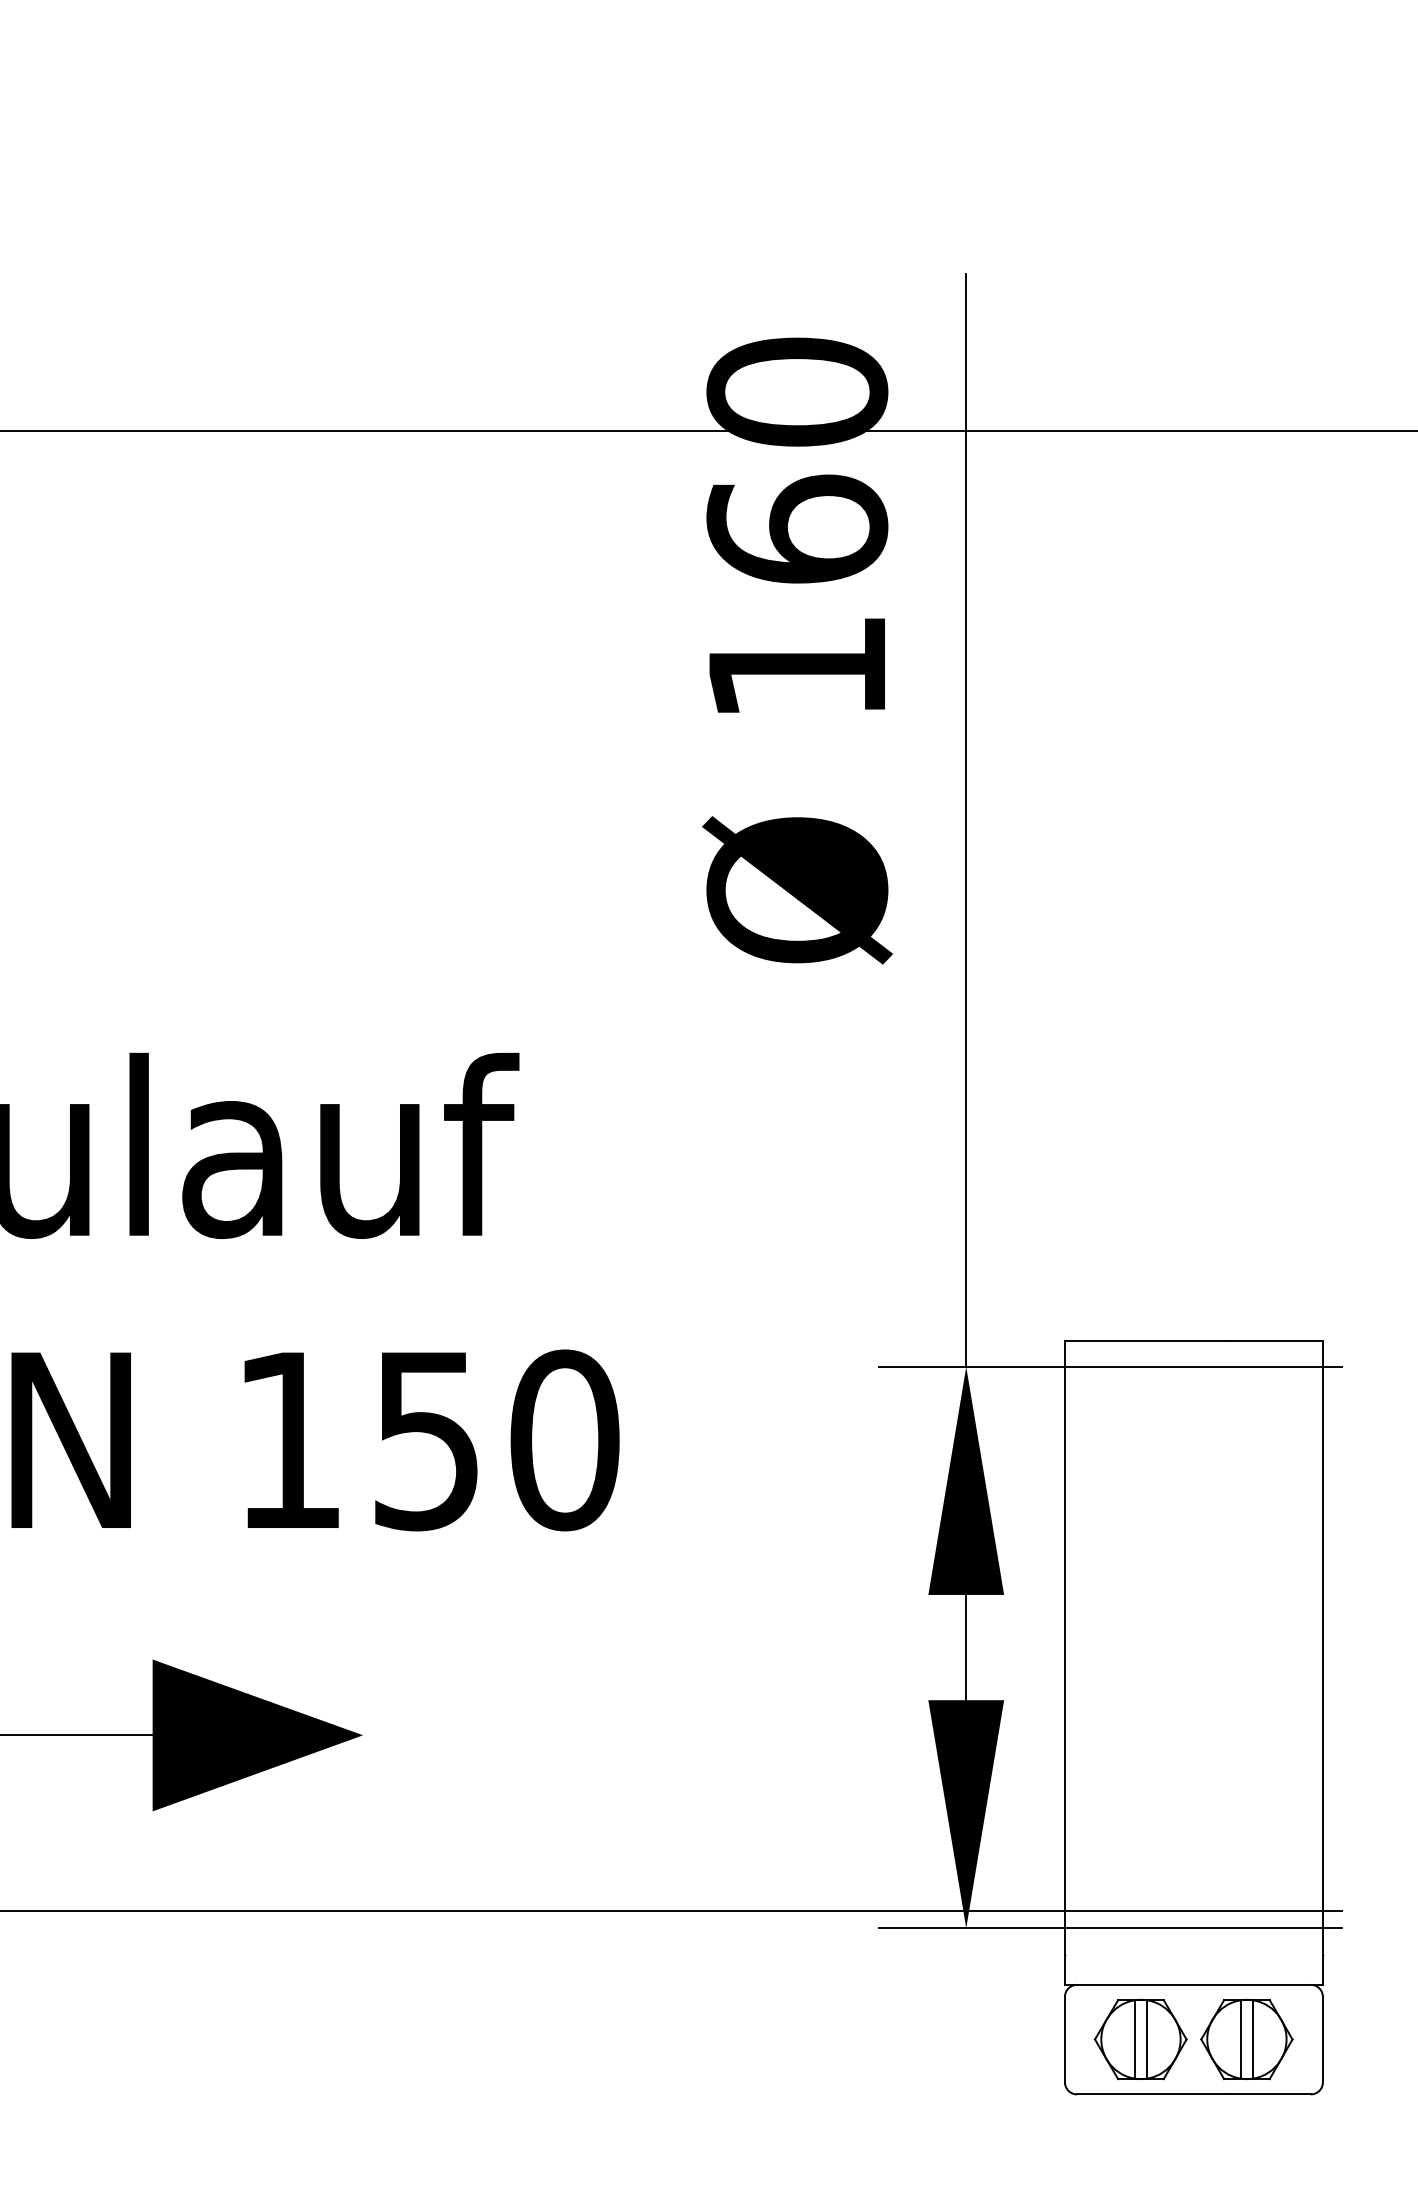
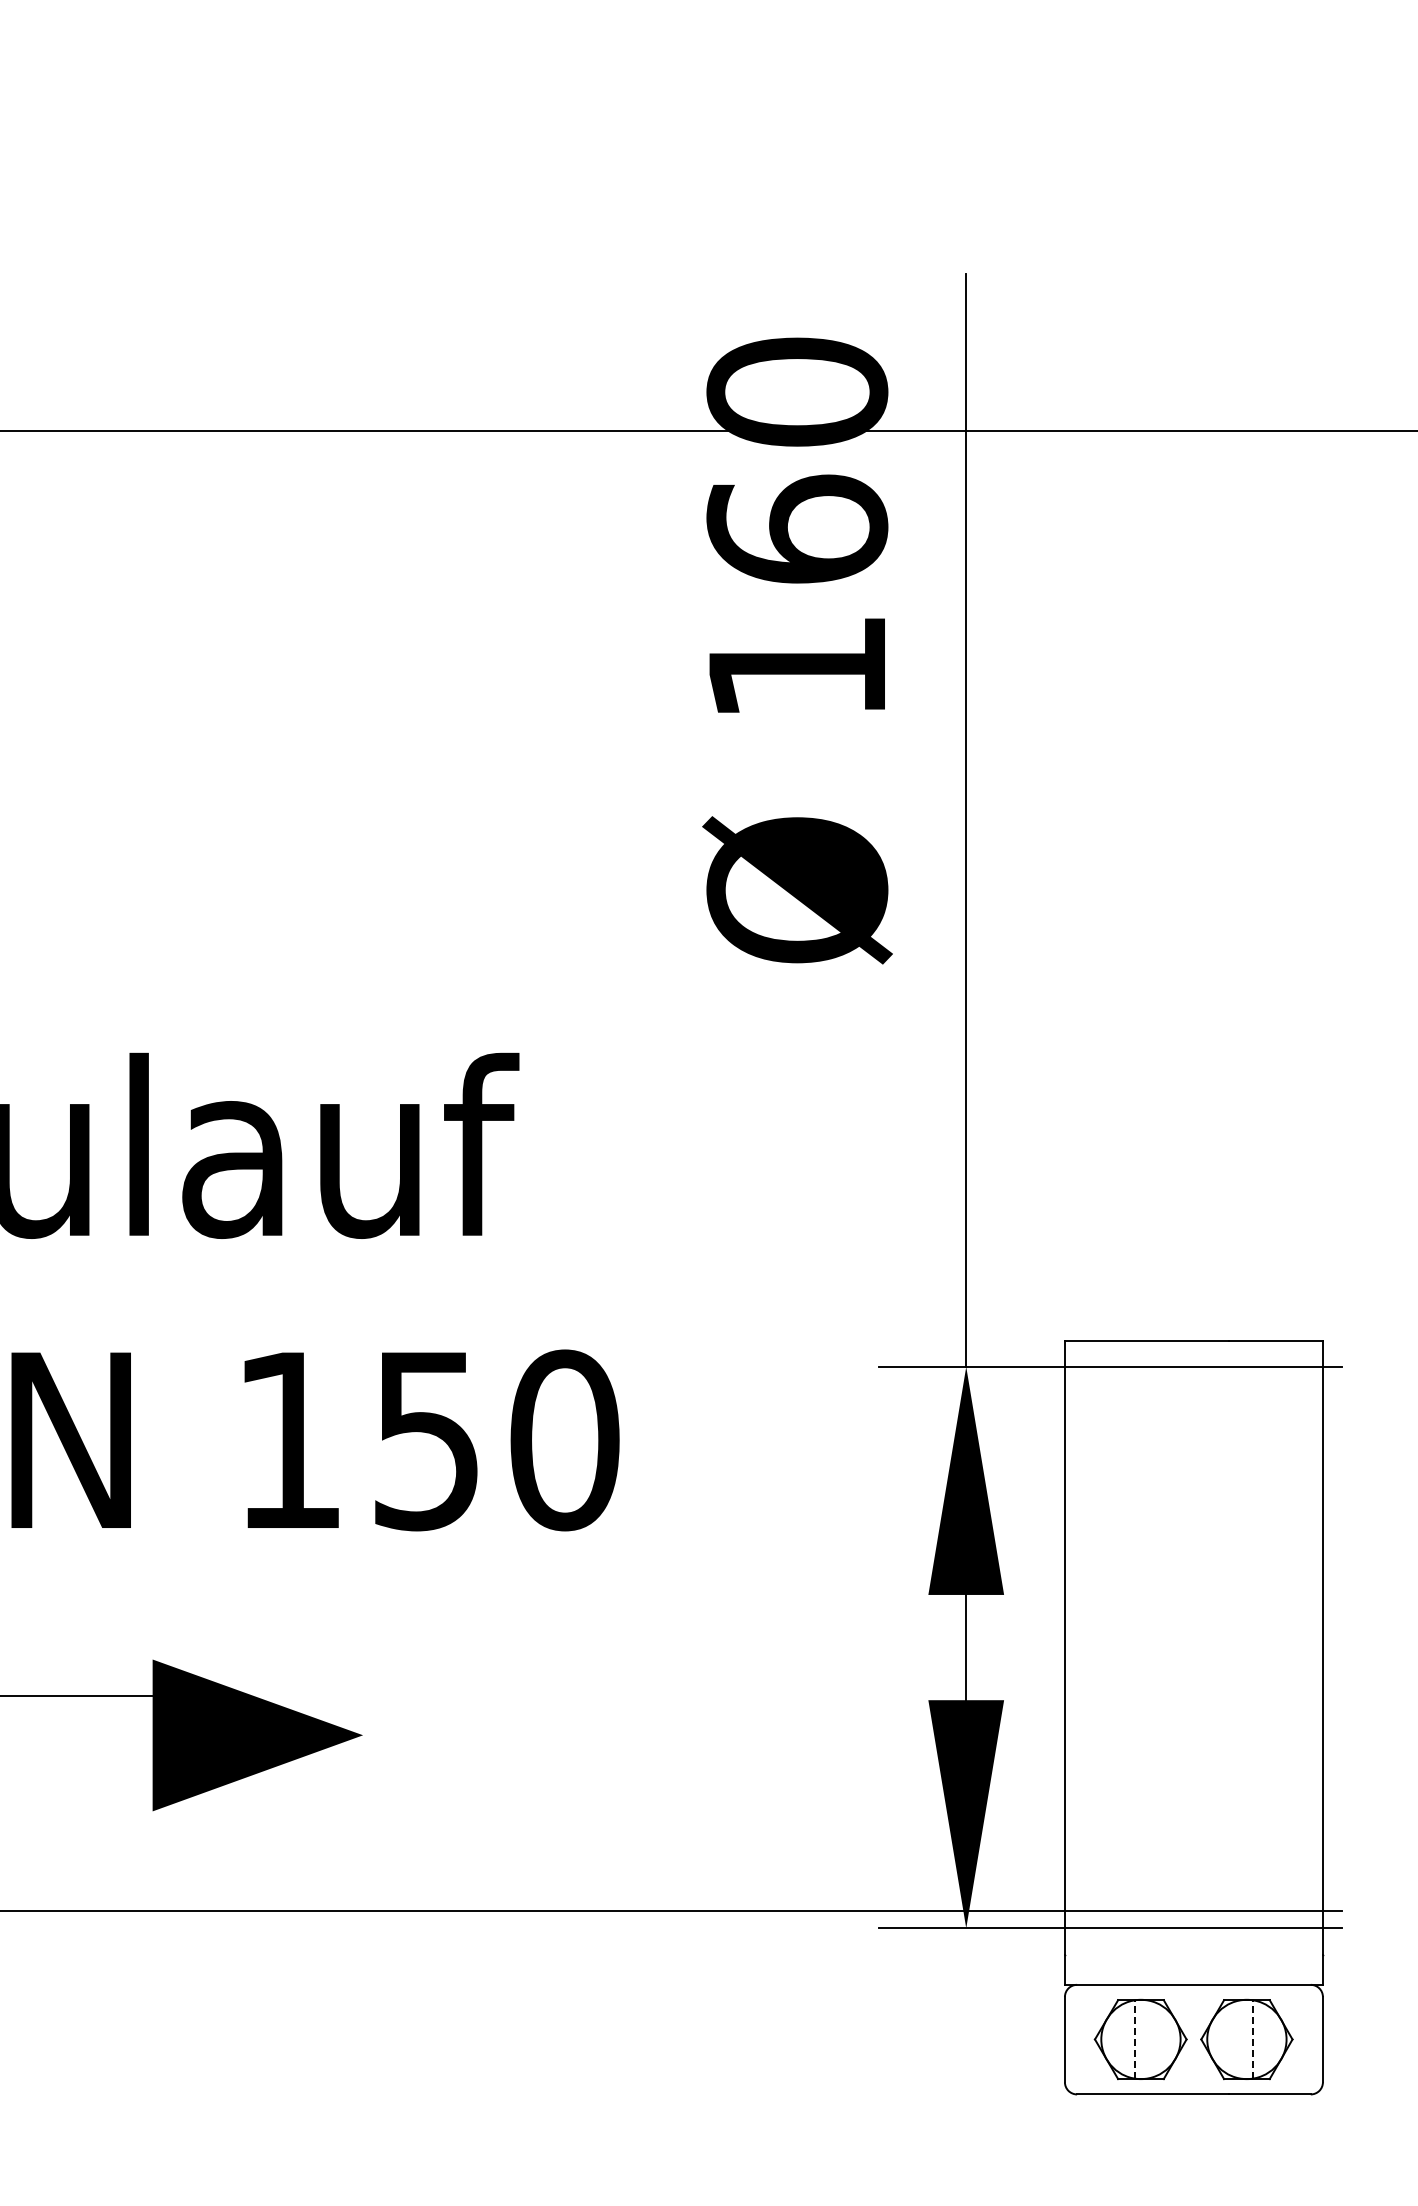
line at (77, 1735) position: (77, 1735) -> (77, 1696)
line at (1134, 2039): solid -> dashed
line at (1146, 2039): present -> none
line at (1240, 2039): present -> none
line at (1253, 2039): solid -> dashed
